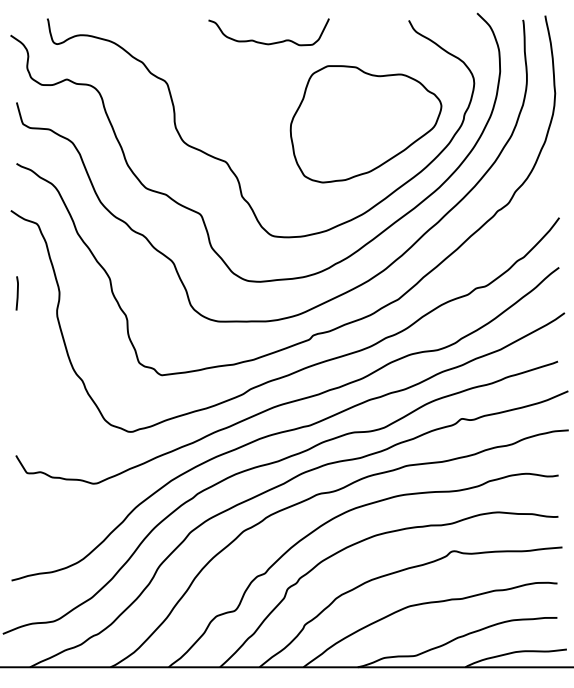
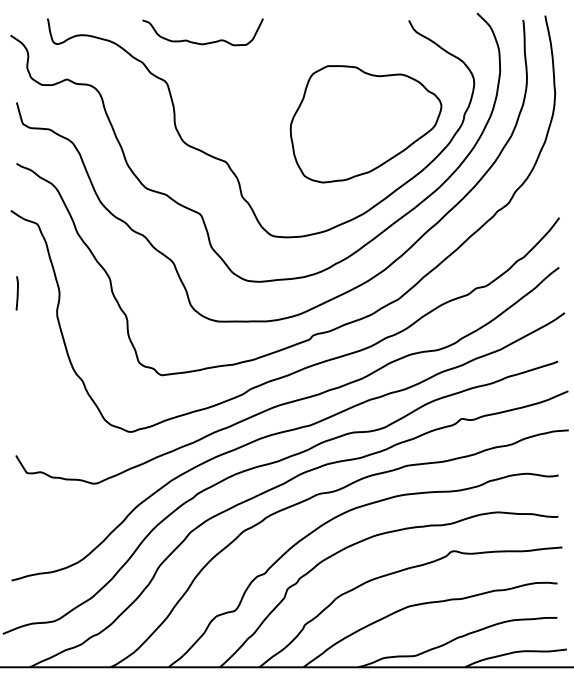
curve at (264, 42) position: (264, 42) -> (198, 42)
